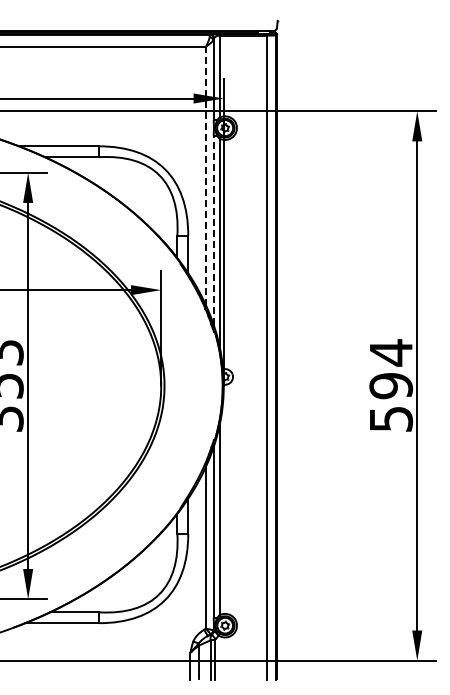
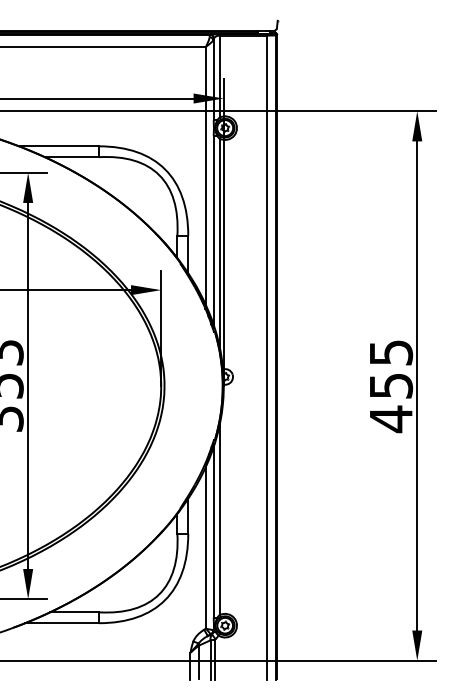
line at (206, 175): dashed -> solid
line at (213, 230): dashed -> solid
text at (391, 386): 594 -> 455
